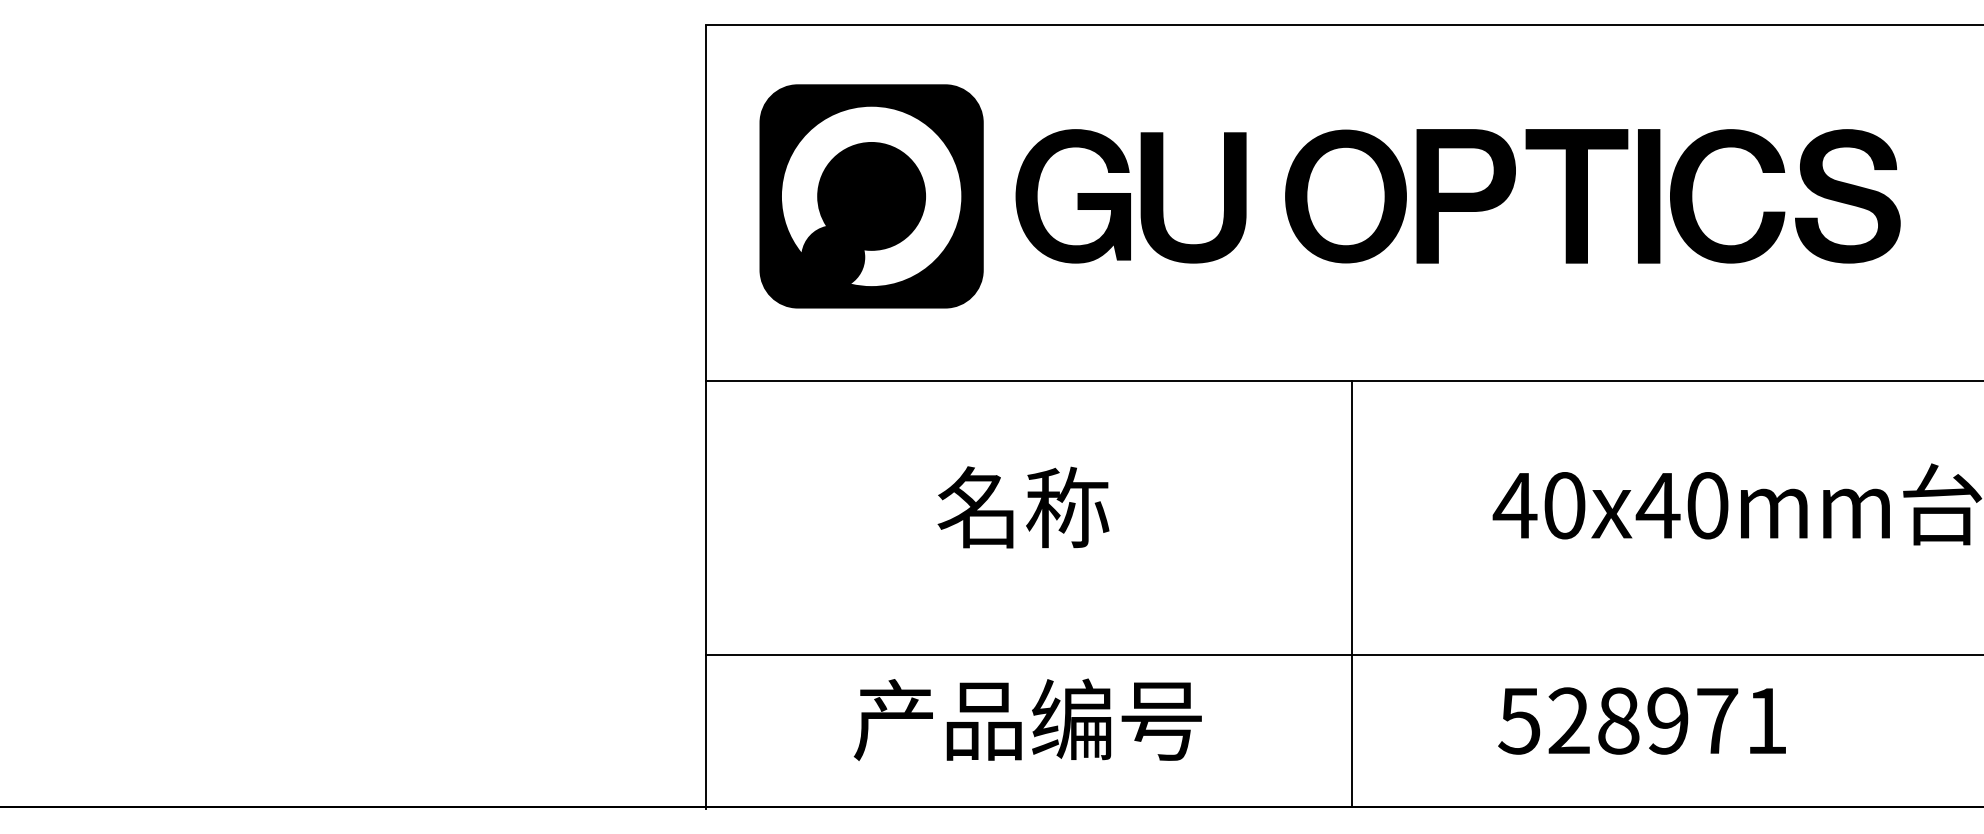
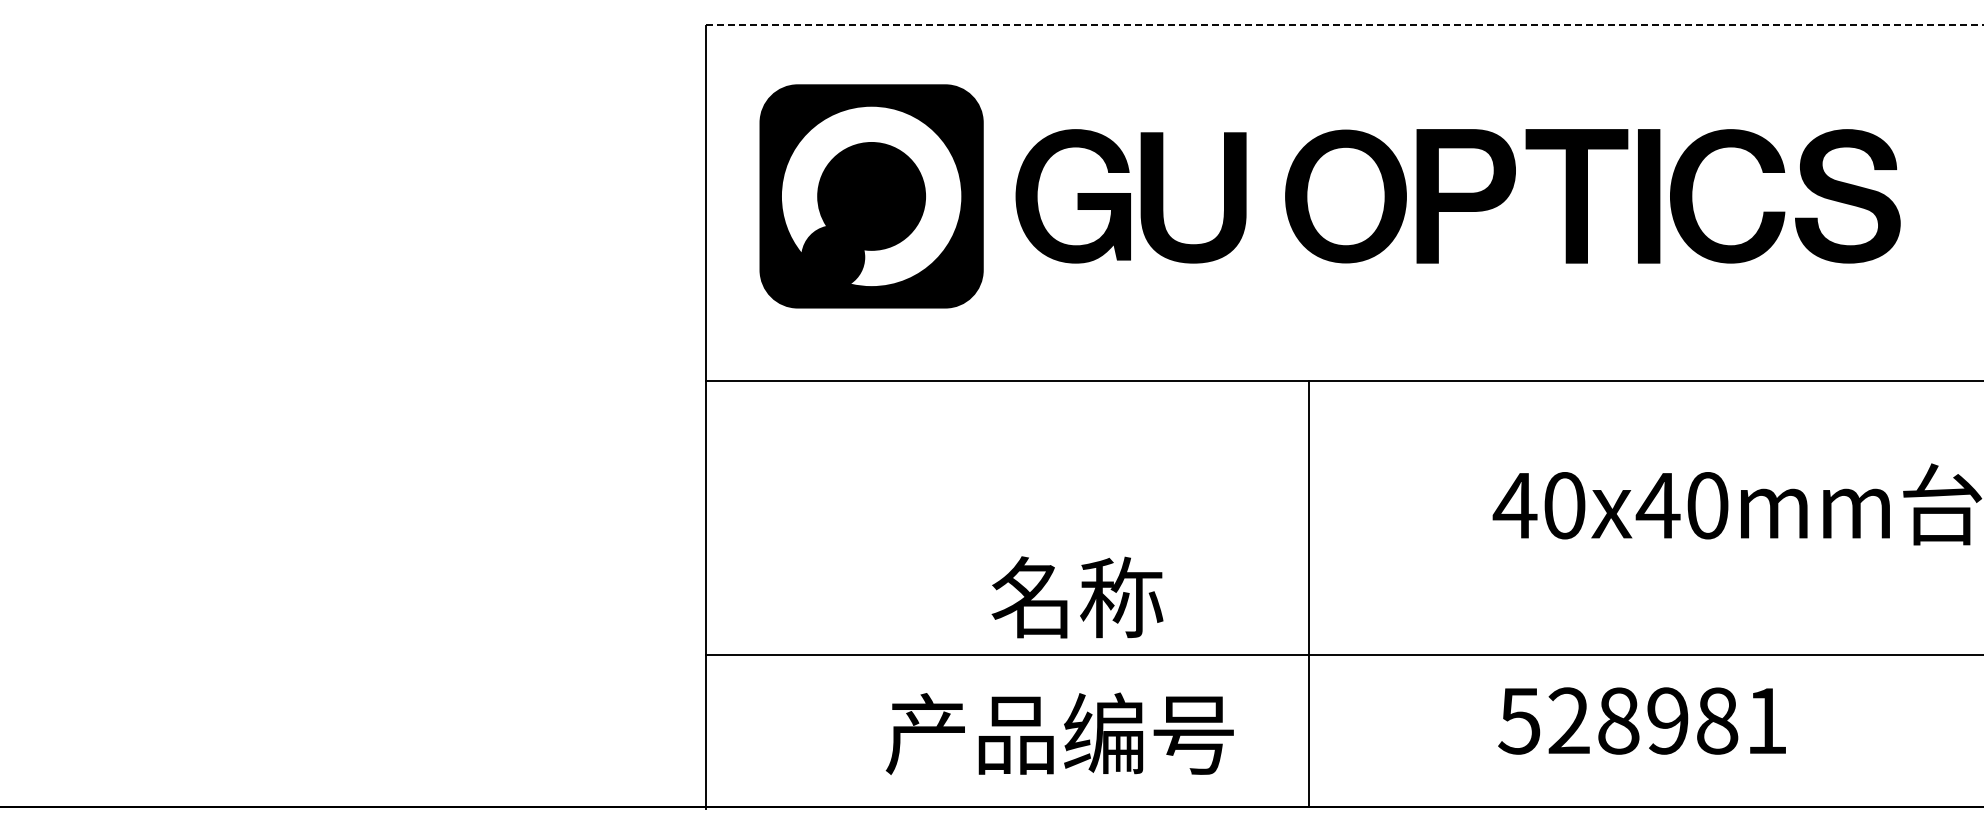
line at (1344, 24): solid -> dashed
text at (1023, 507) position: (1023, 507) -> (1077, 597)
line at (1351, 594) position: (1351, 594) -> (1308, 594)
text at (1027, 719) position: (1027, 719) -> (1059, 733)
text at (1717, 720): 528971 -> 528981
